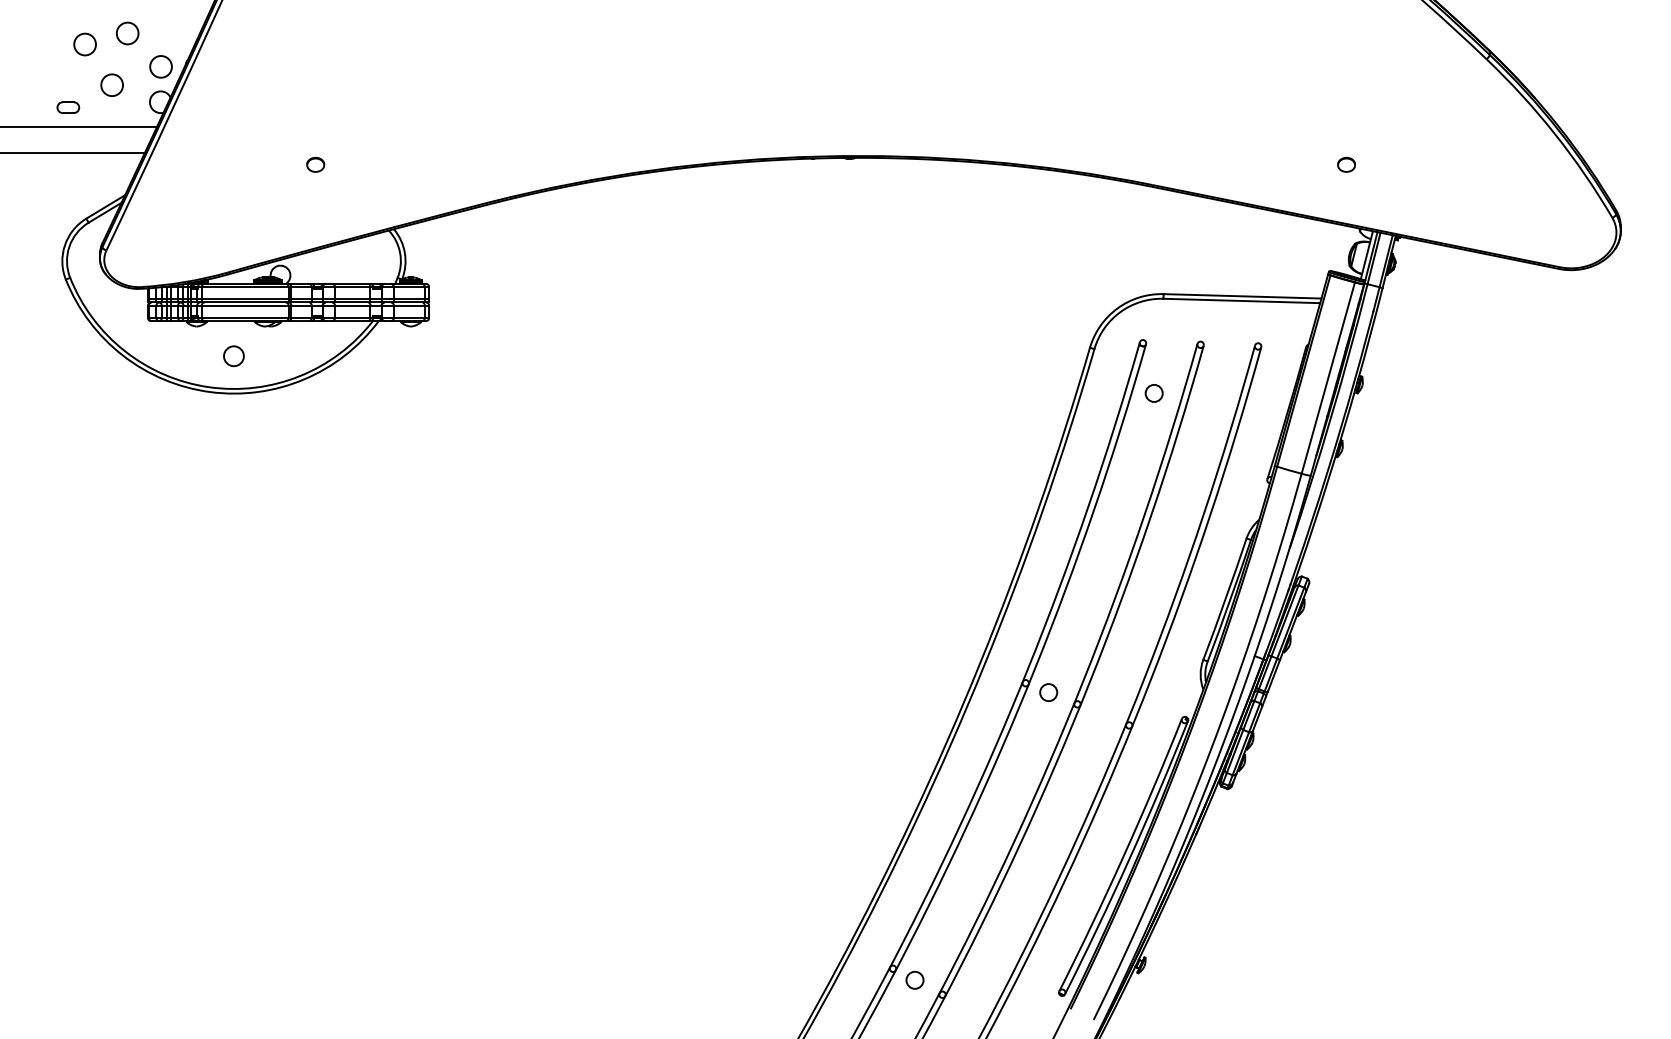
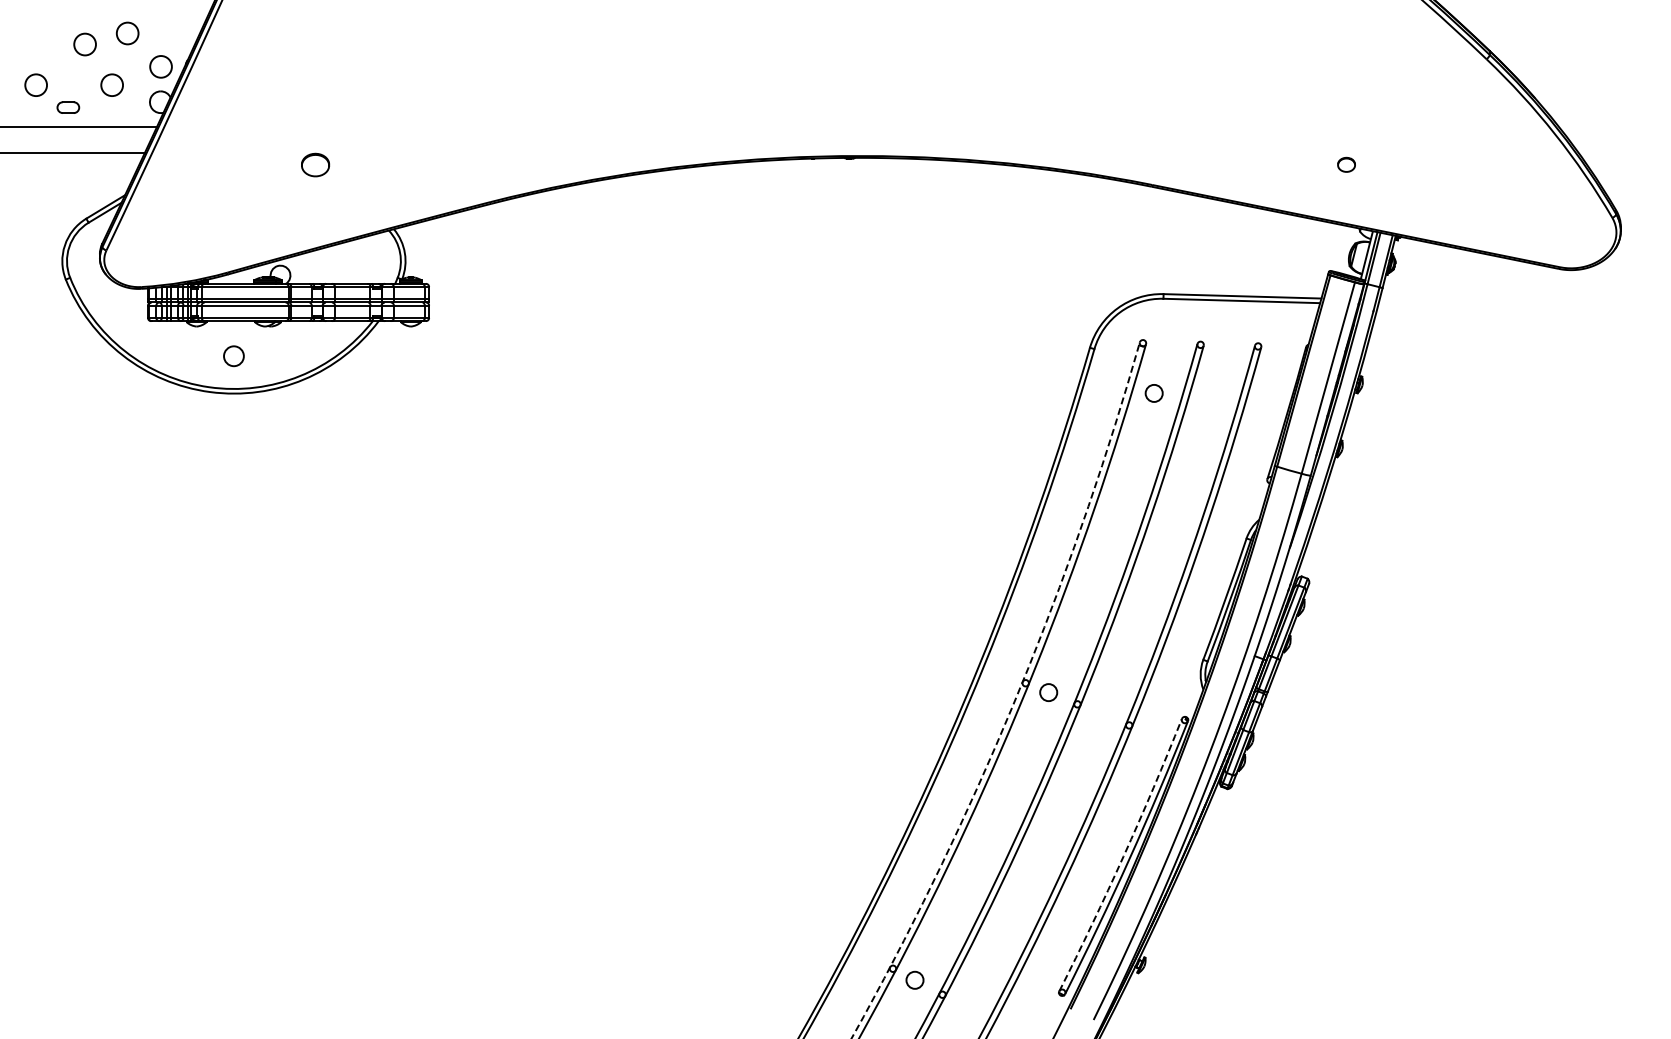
circle at (35, 84): none -> present
part at (315, 164) size: 20x17 px -> 30x26 px
arc at (1016, 698): solid -> dashed
arc at (1123, 856): solid -> dashed
